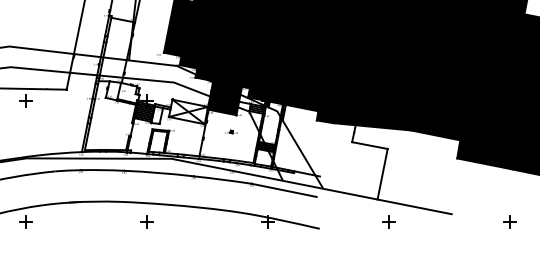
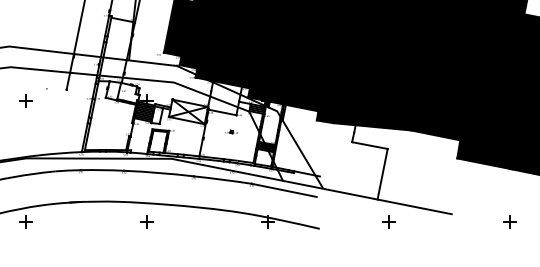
line at (34, 88): present -> none
fill at (224, 98): present -> none
